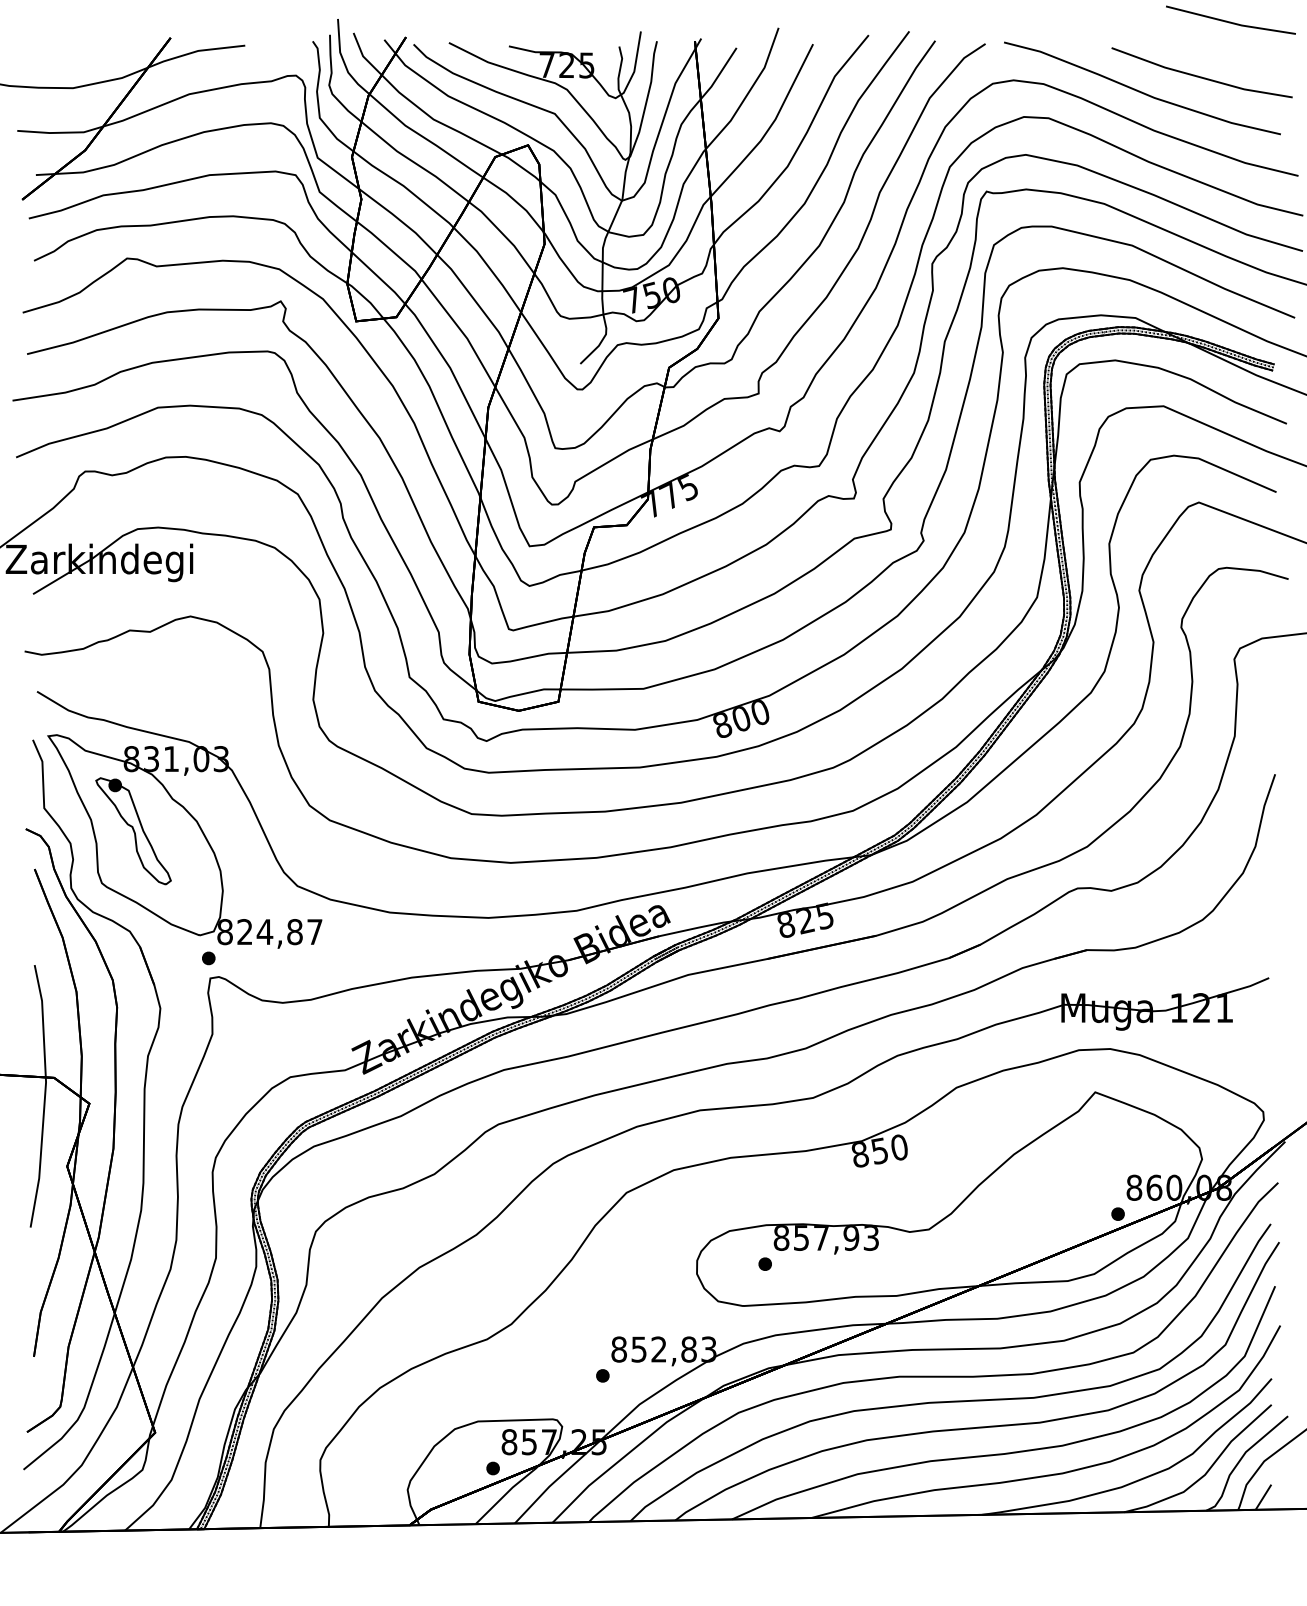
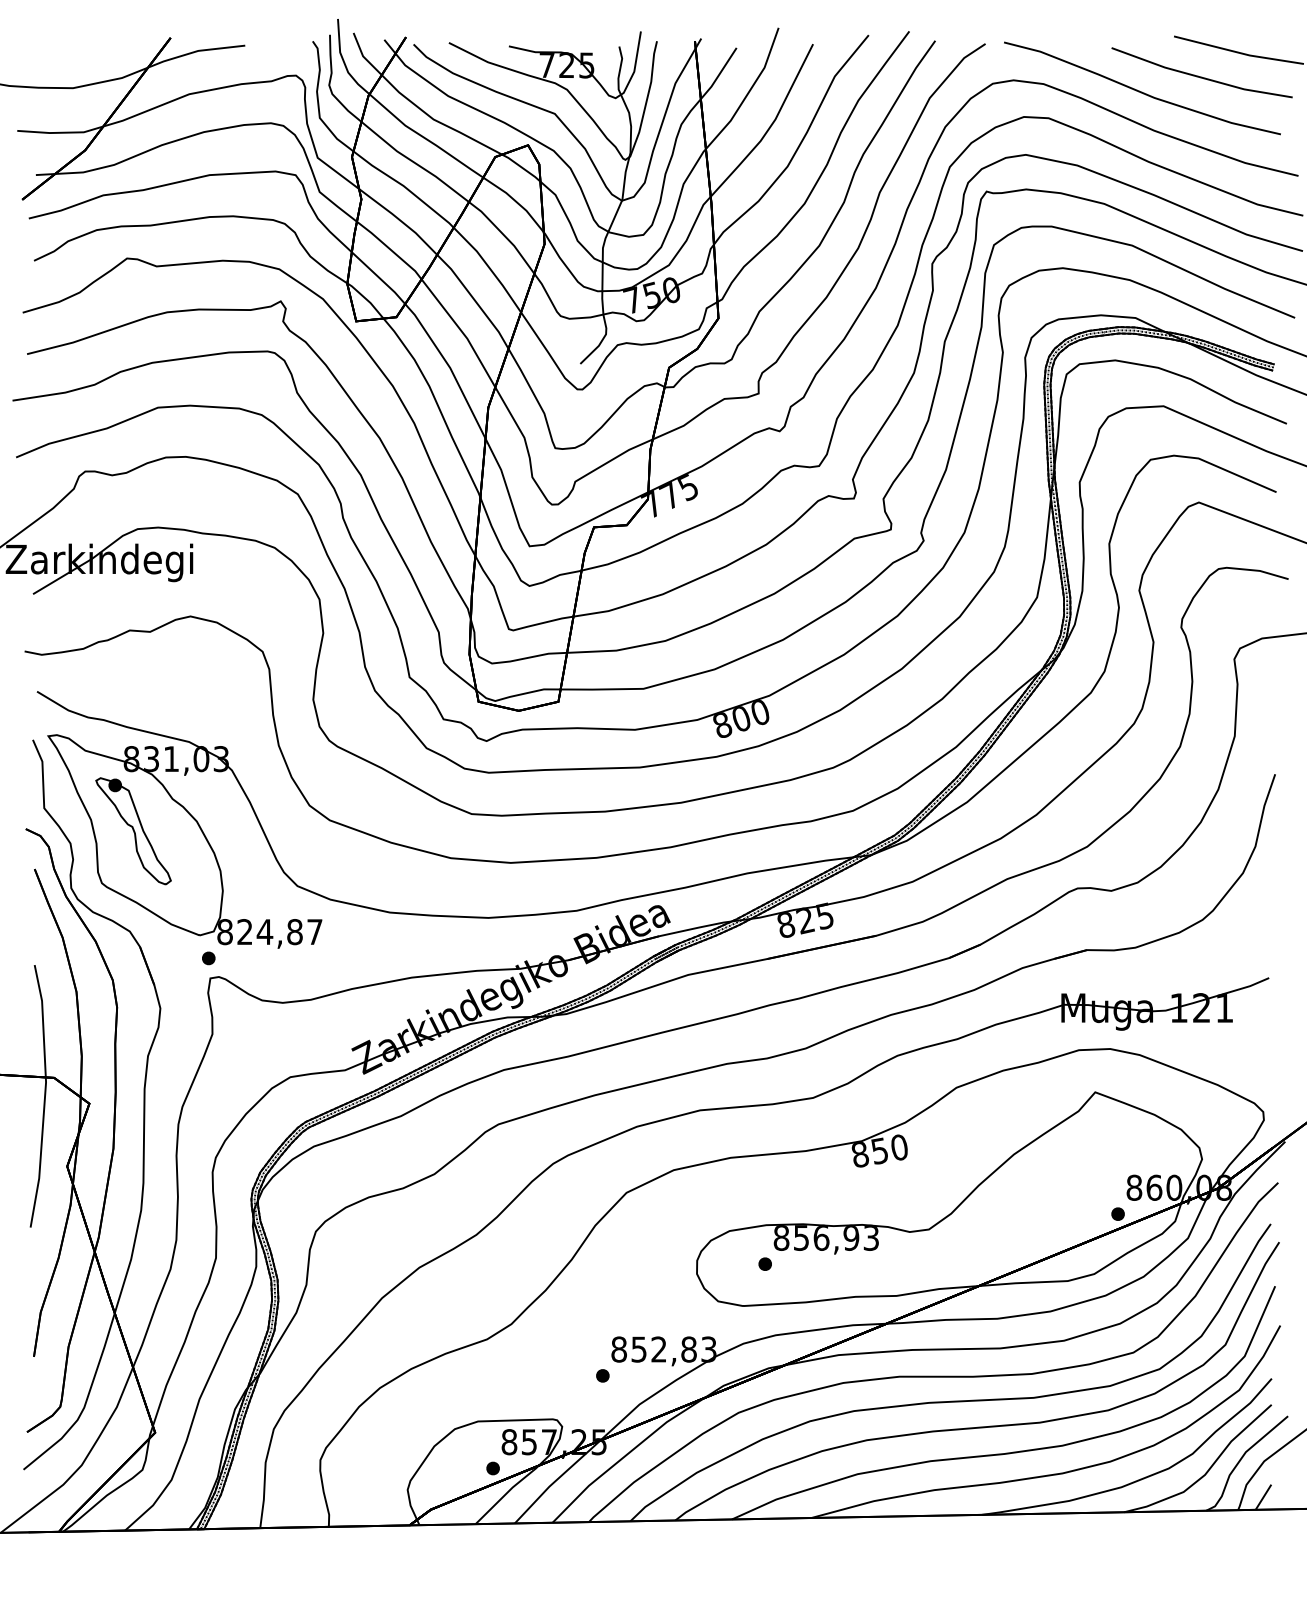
line at (1230, 21) position: (1230, 21) -> (1238, 51)
text at (821, 1237): 857,93 -> 856,93
